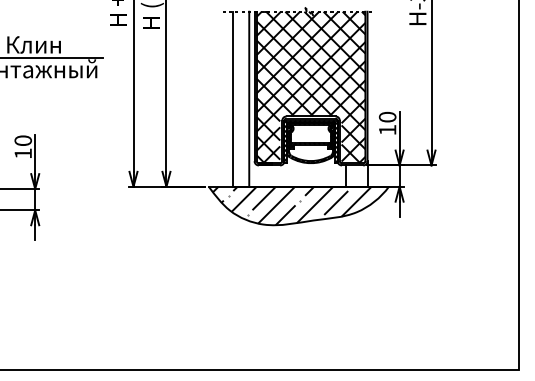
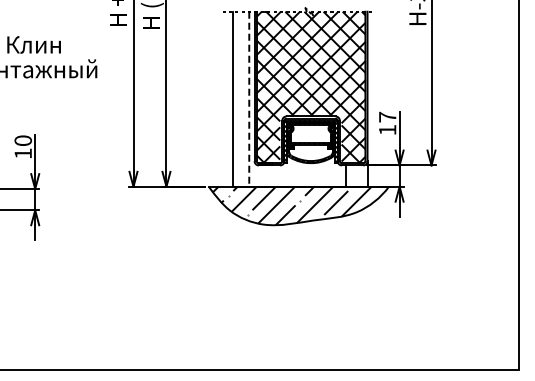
line at (52, 57): present -> none
line at (249, 99): solid -> dashed
text at (387, 116): 10 -> 17
